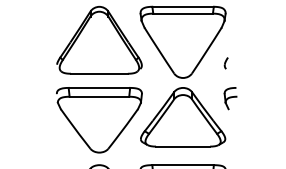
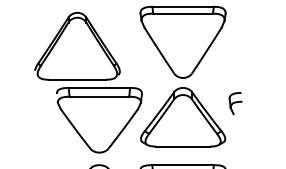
part at (99, 39) position: (99, 39) -> (77, 45)
part at (225, 63): present -> none
part at (230, 98) position: (230, 98) -> (235, 103)
